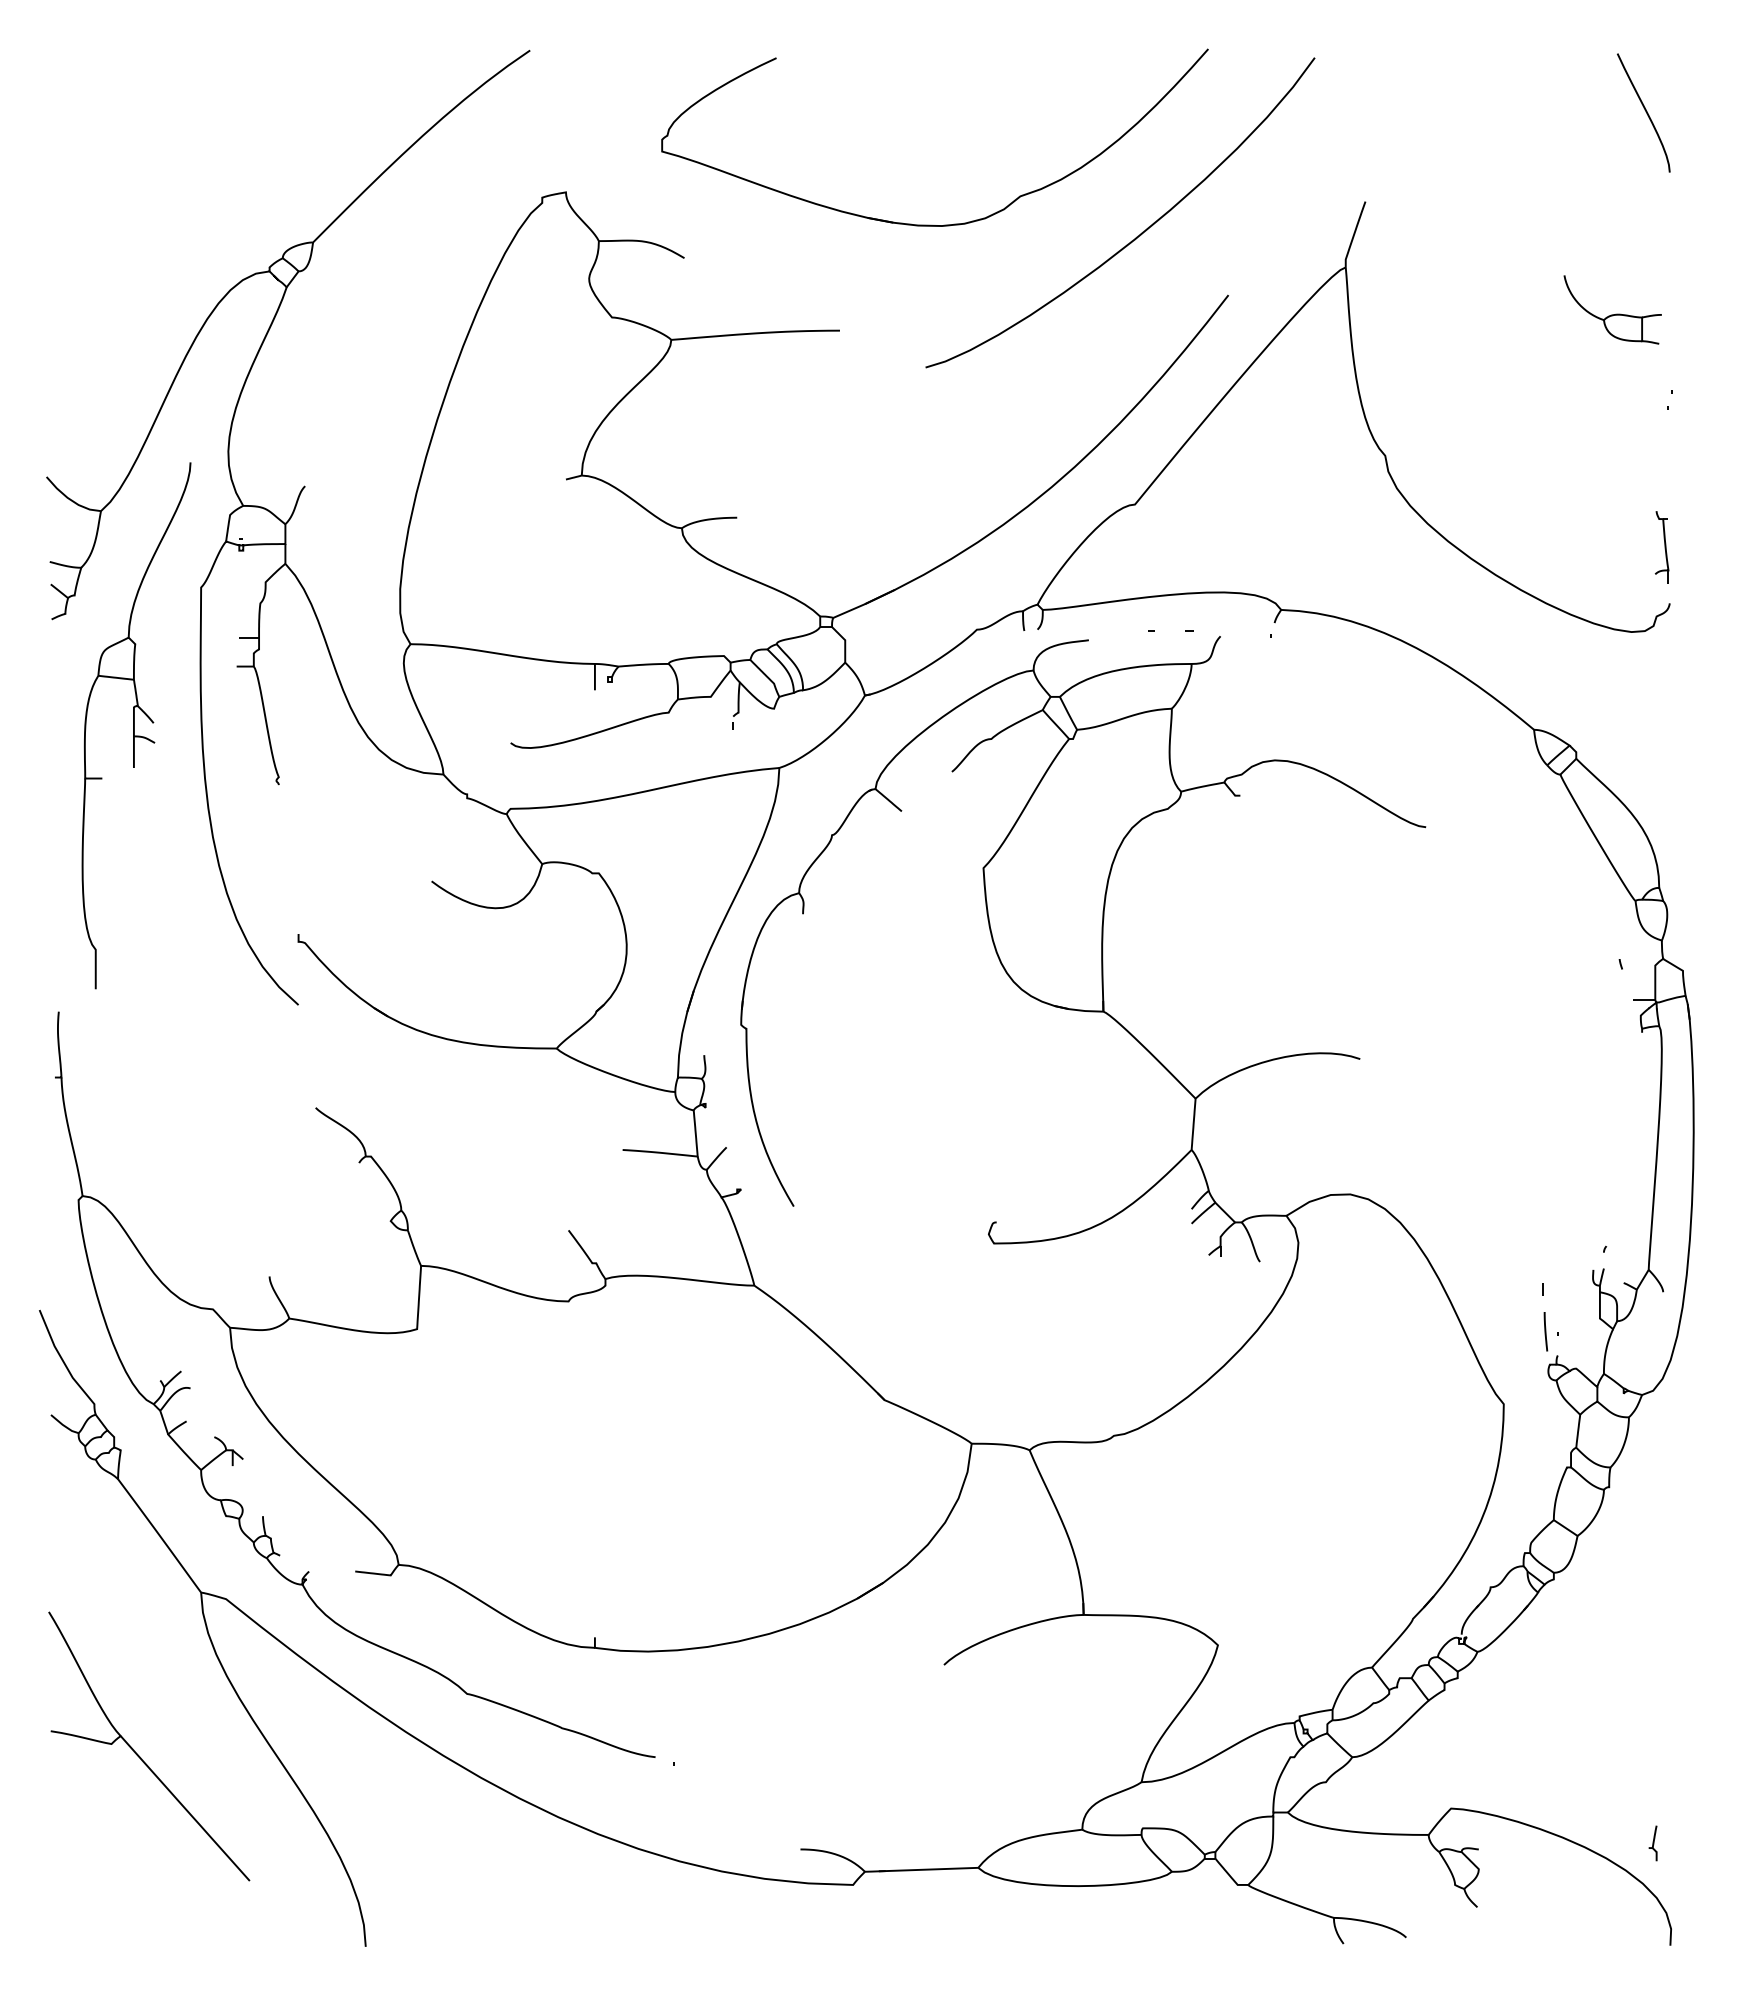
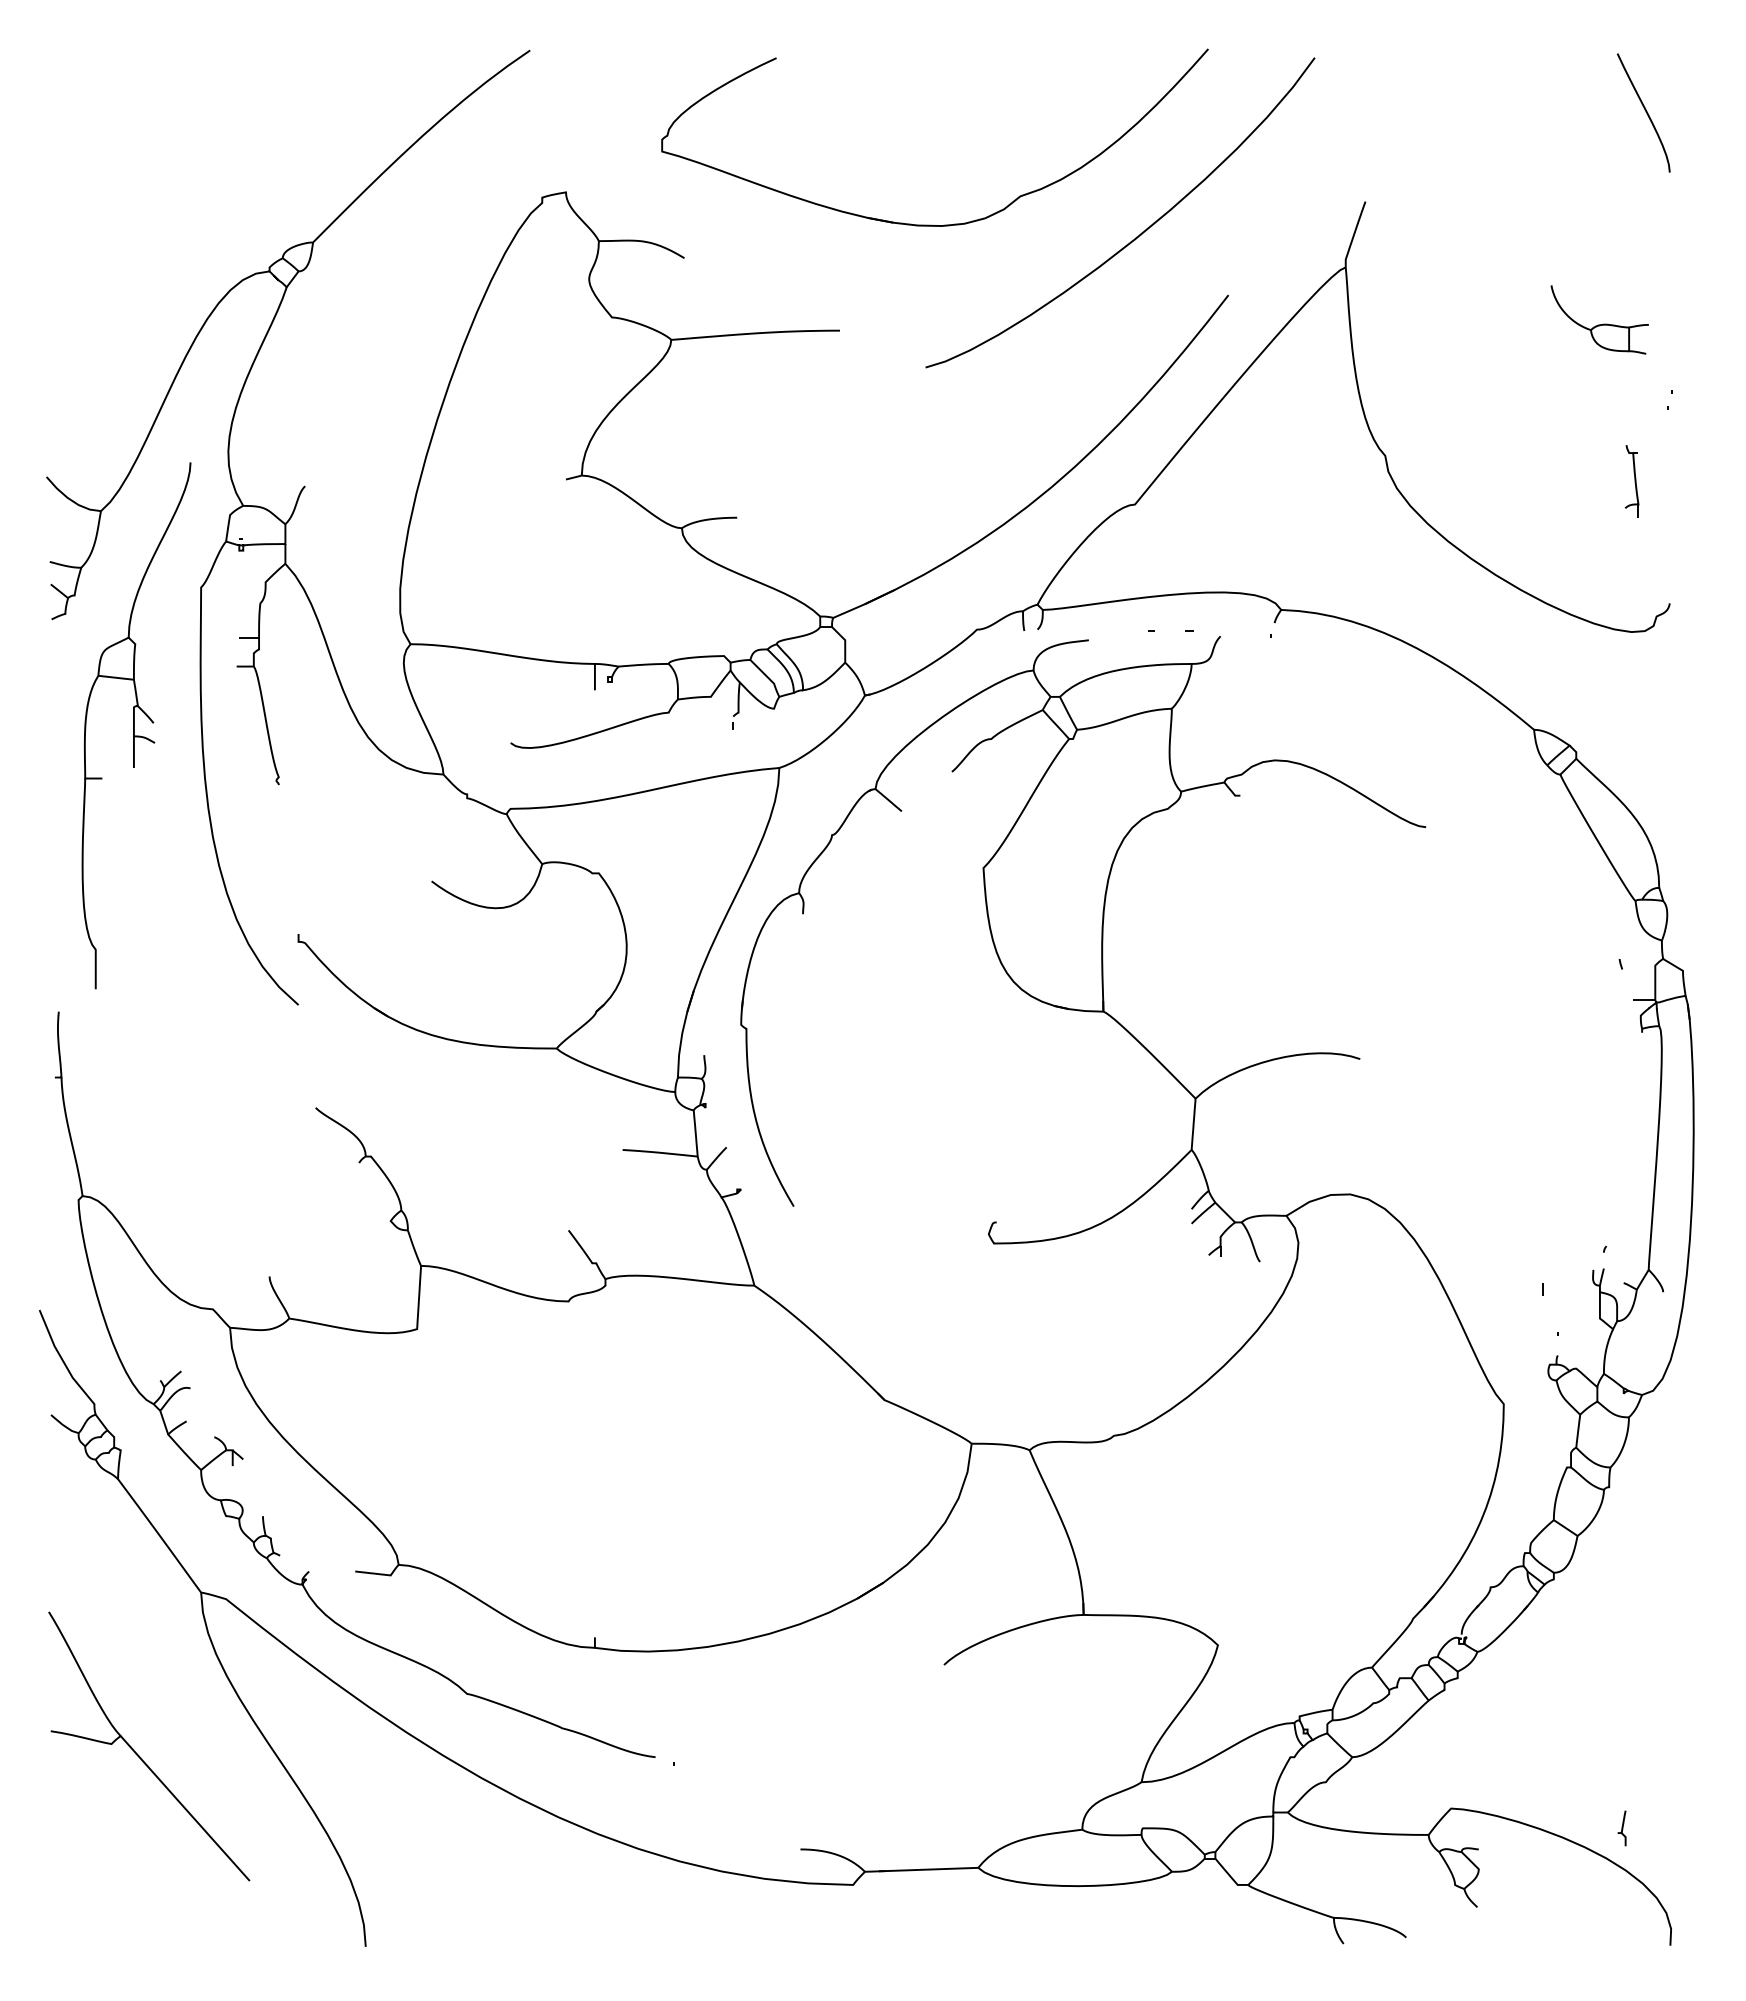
part at (1612, 309) position: (1612, 309) -> (1599, 319)
part at (1661, 547) position: (1661, 547) -> (1631, 481)
line at (1545, 1331): present -> none
part at (1652, 1843) position: (1652, 1843) -> (1621, 1828)
